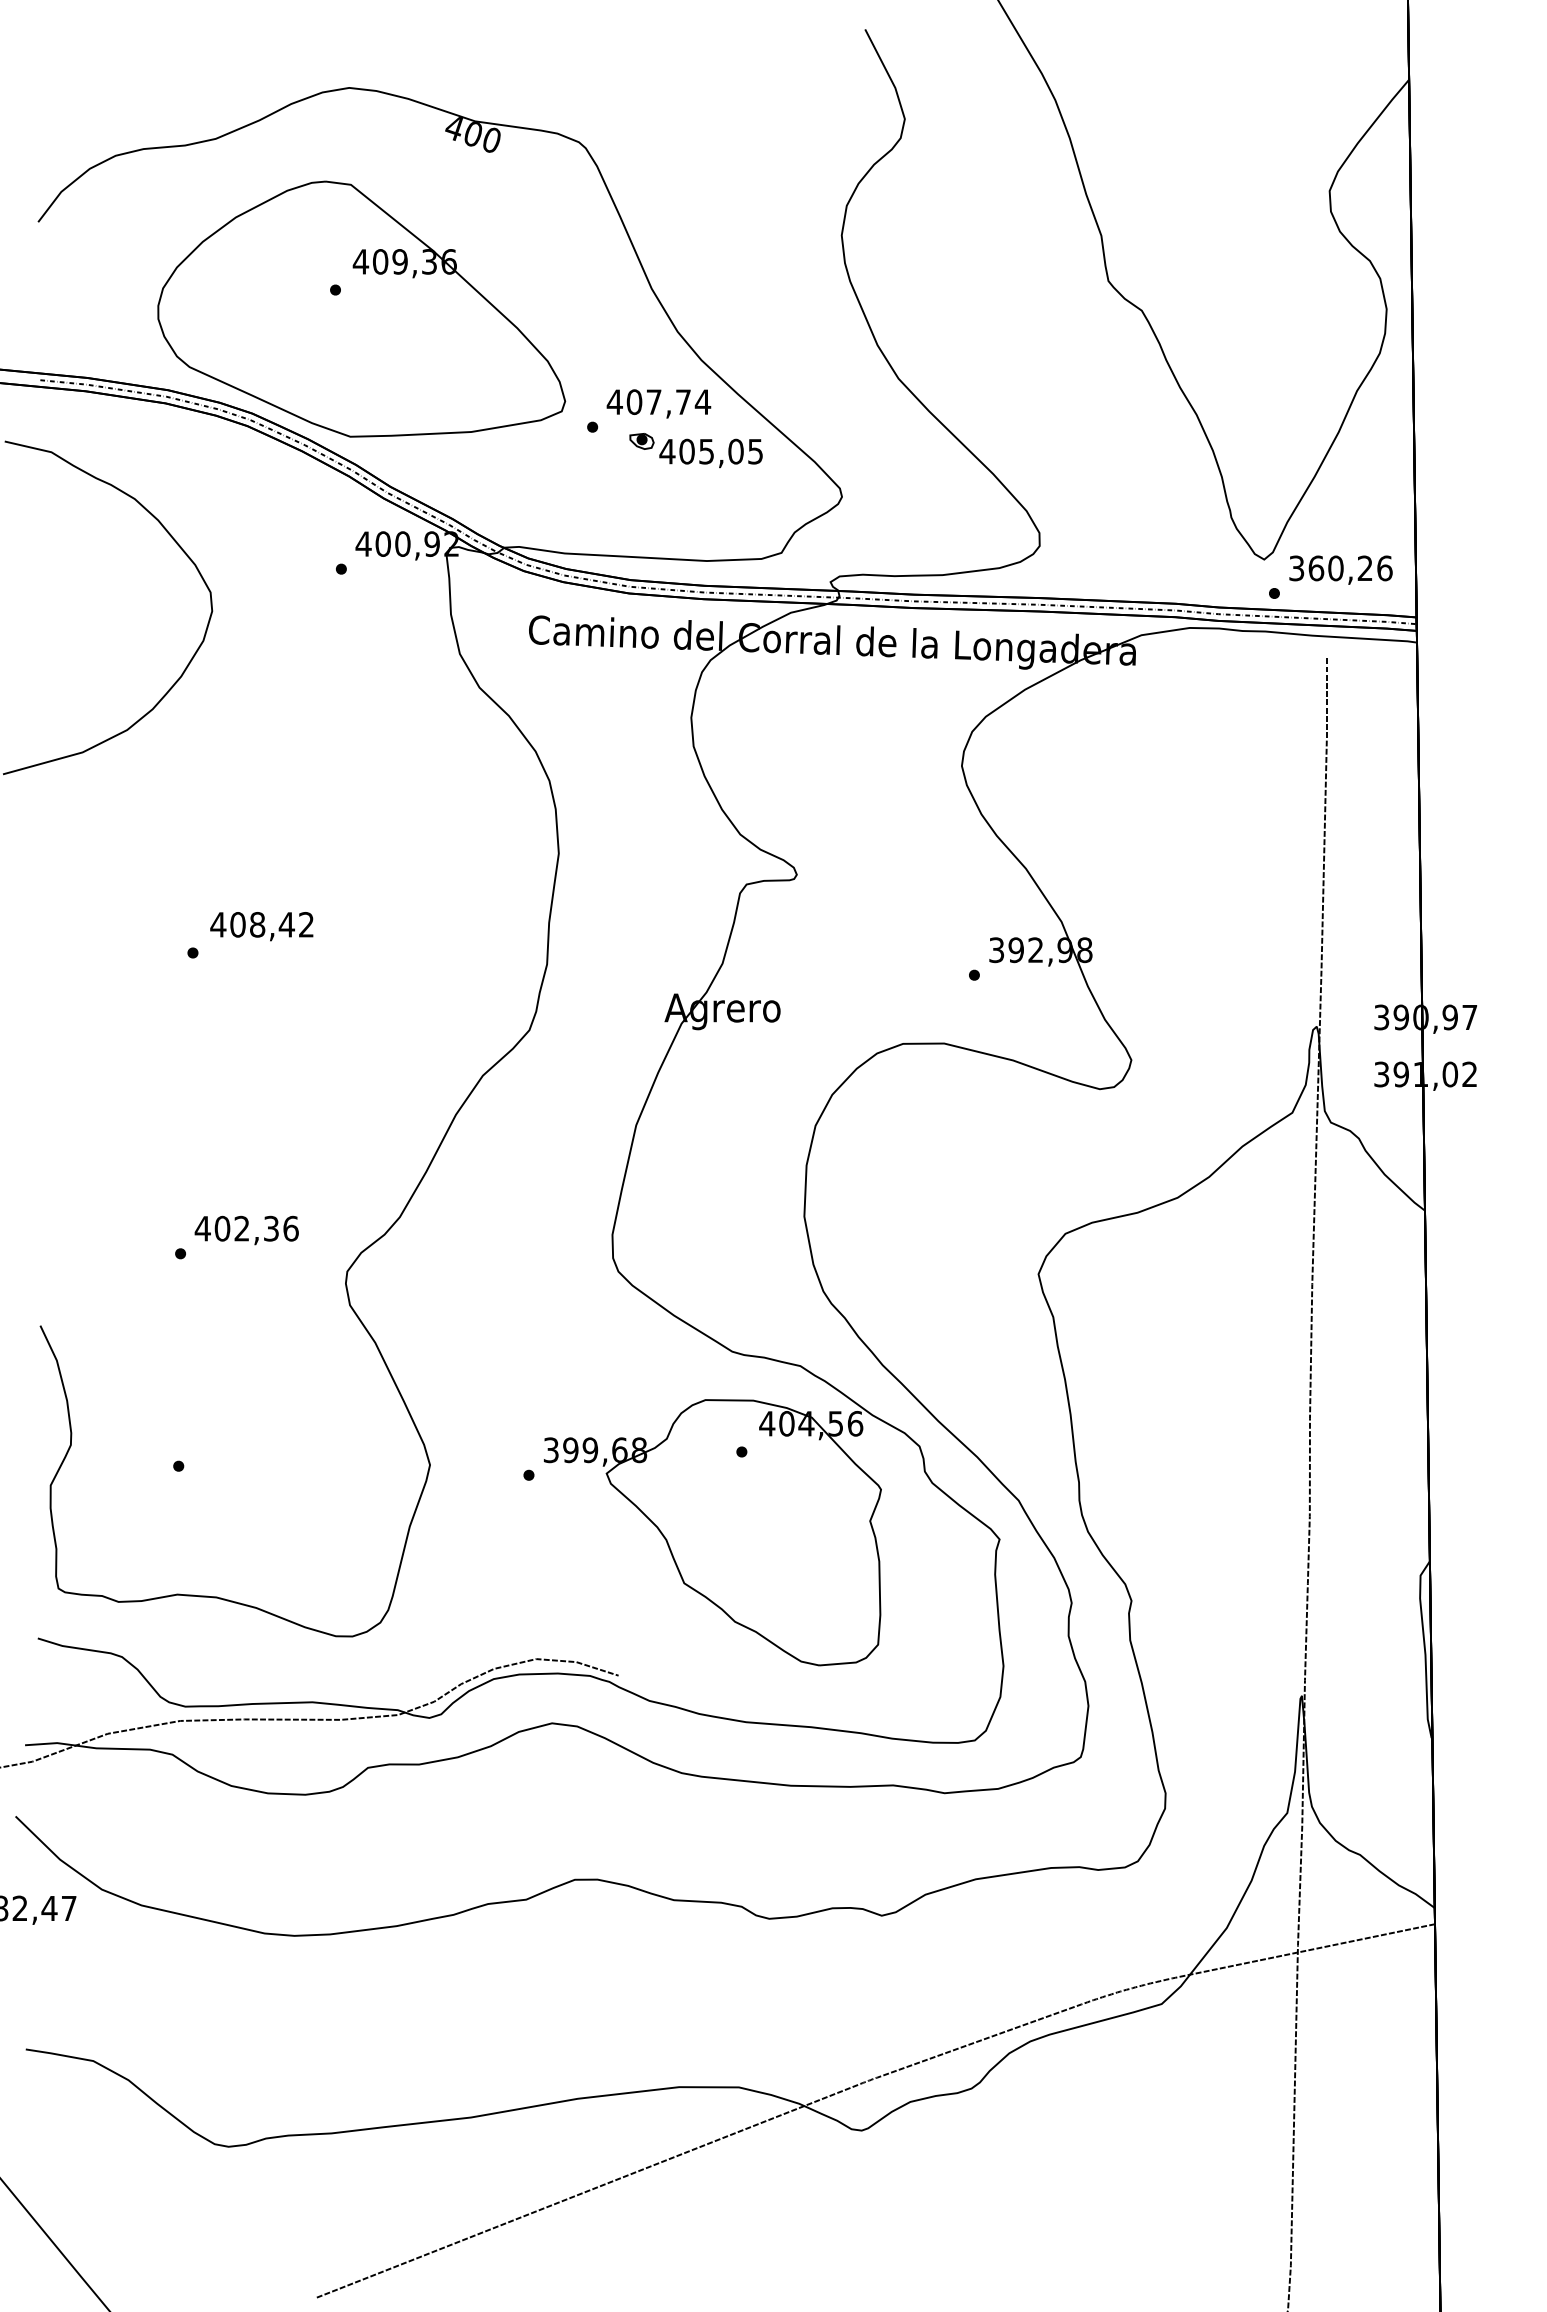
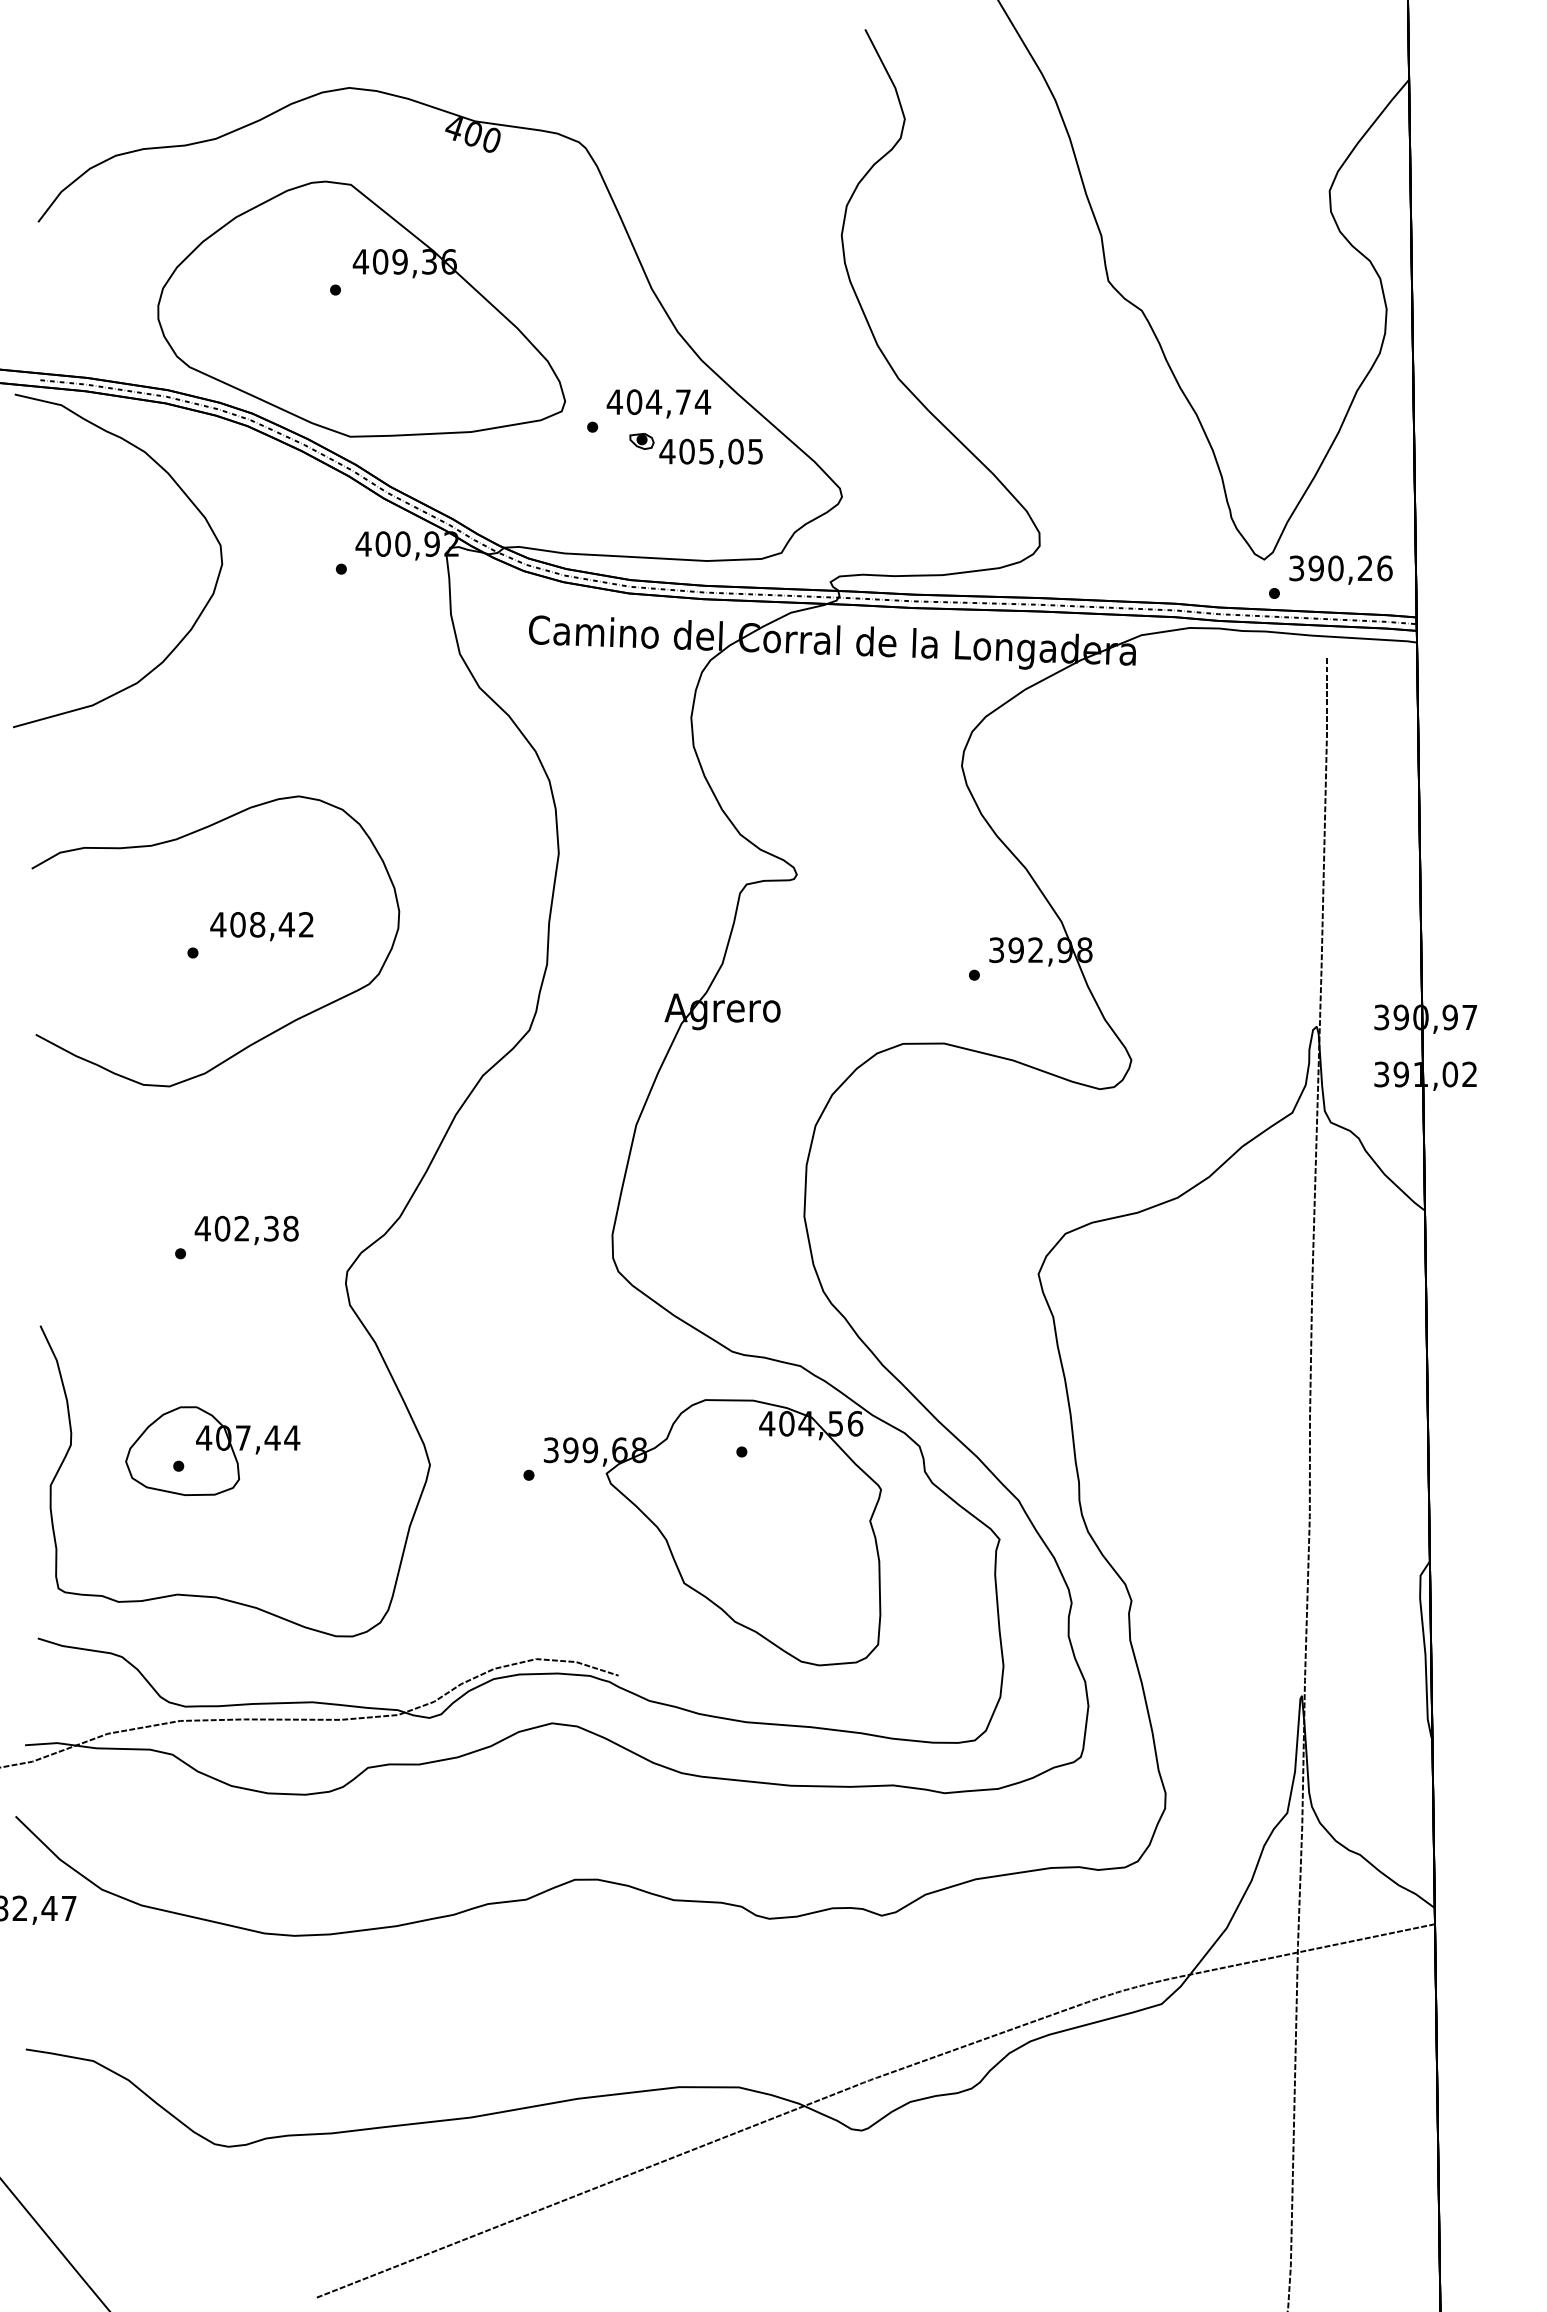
text at (653, 401): 407,74 -> 404,74
curve at (177, 545) position: (177, 545) -> (187, 498)
text at (1316, 568): 360,26 -> 390,26
part at (267, 1034): none -> present
text at (290, 1228): 402,36 -> 402,38
part at (212, 1451): none -> present
